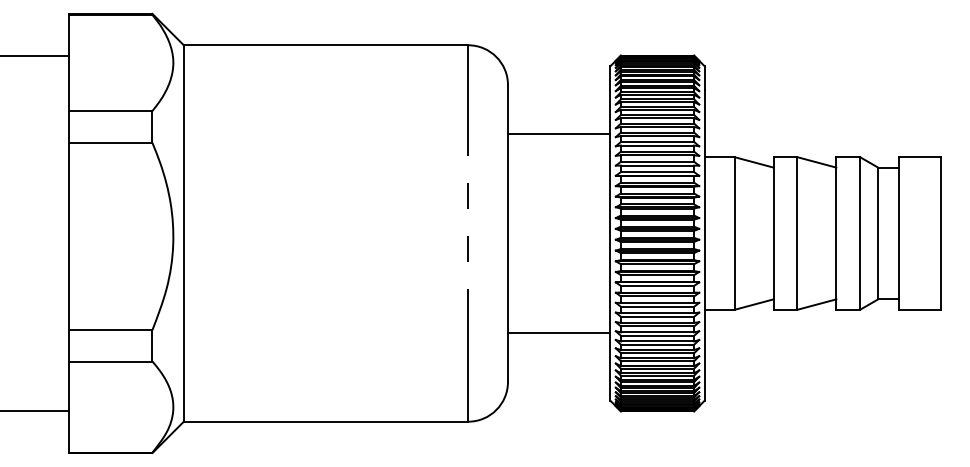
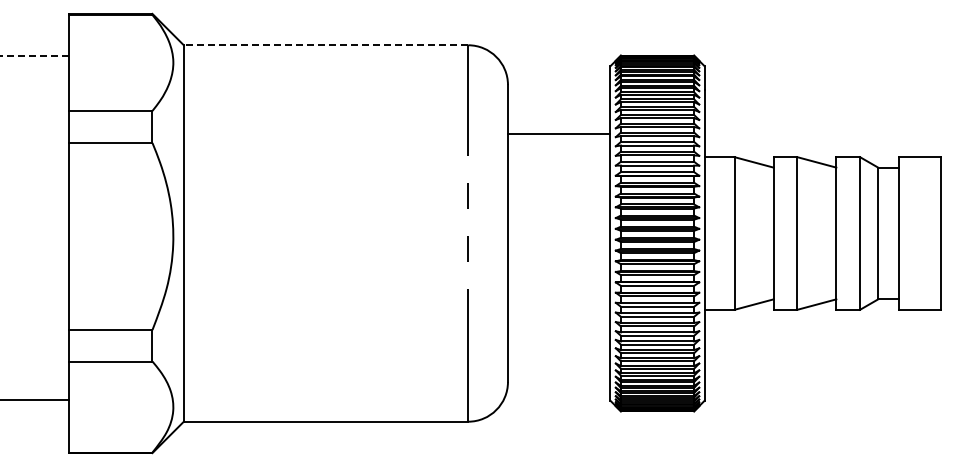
line at (325, 45): solid -> dashed
line at (34, 55): solid -> dashed
line at (558, 332): present -> none
line at (35, 411) position: (35, 411) -> (35, 400)
